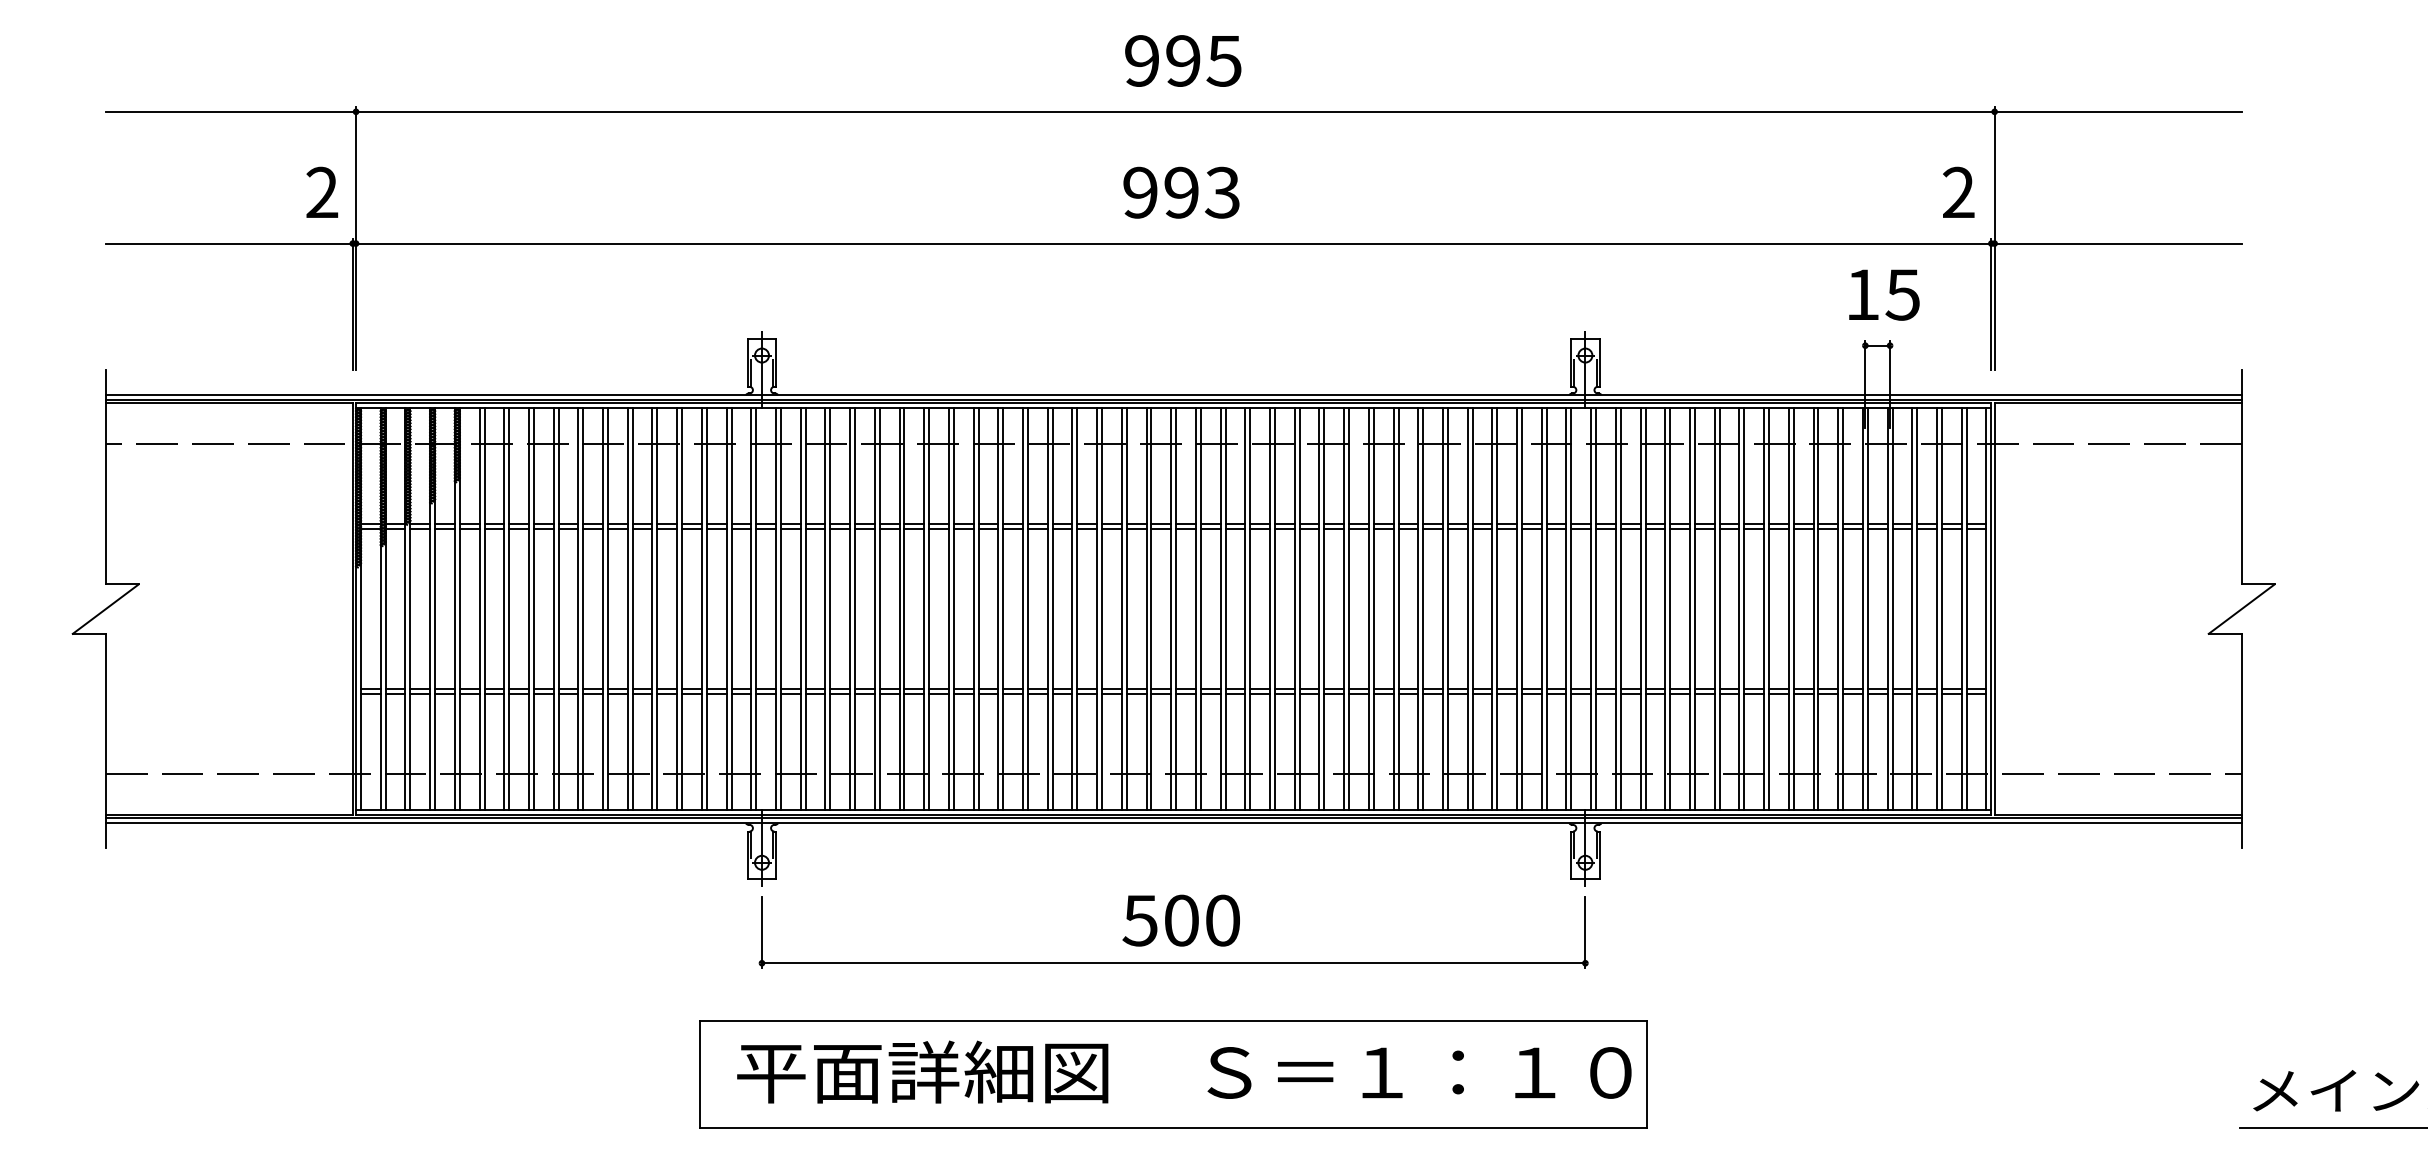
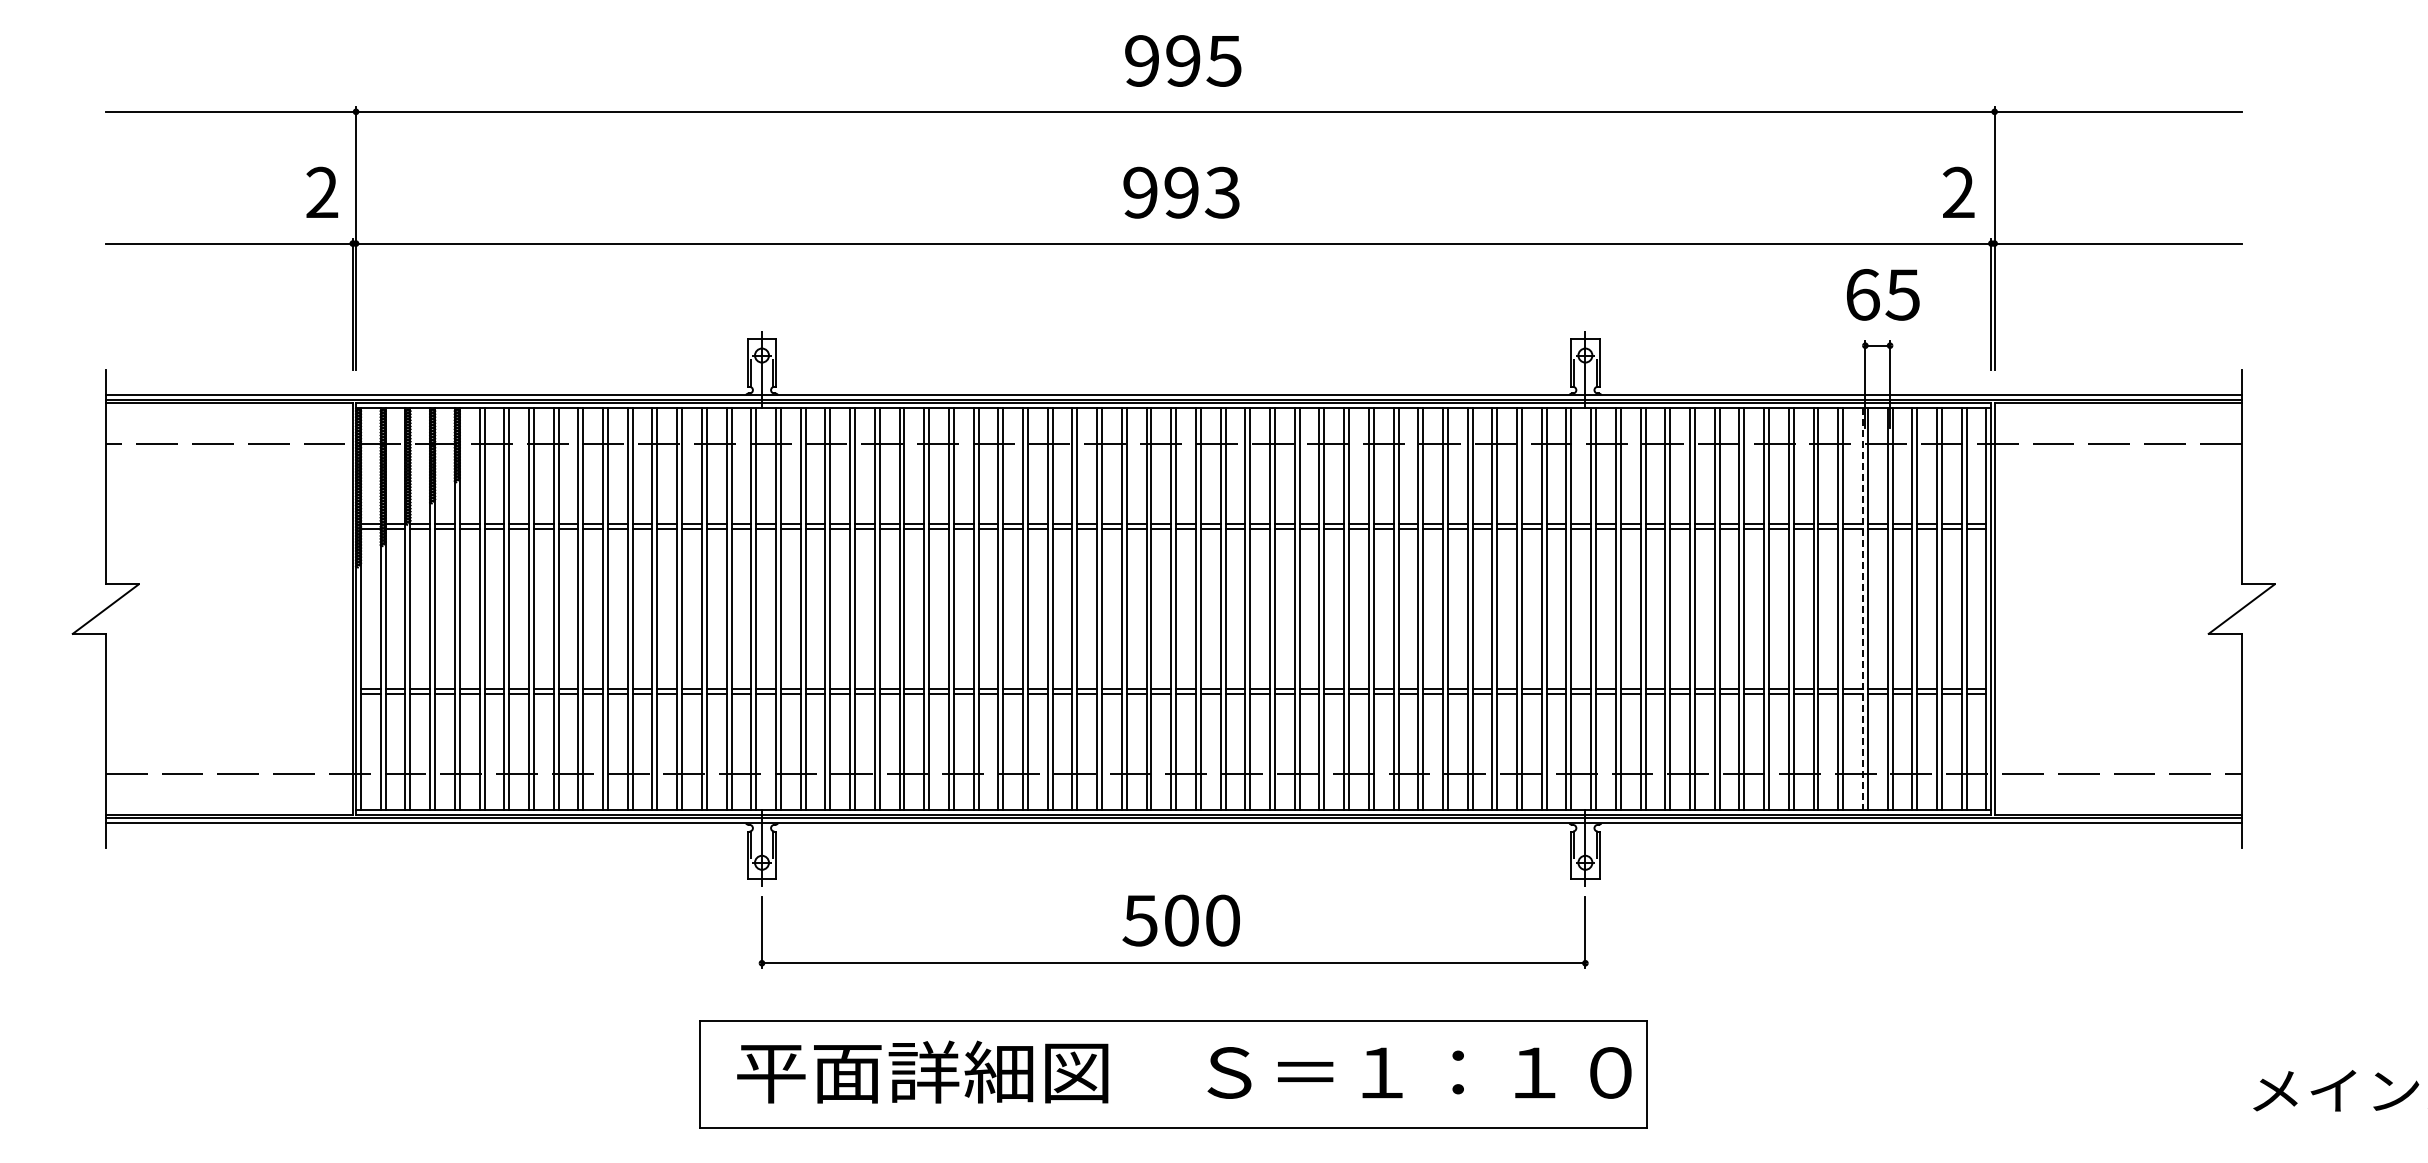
text at (1863, 294): 15 -> 65
line at (1862, 609): solid -> dashed
line at (2332, 1127): present -> none
